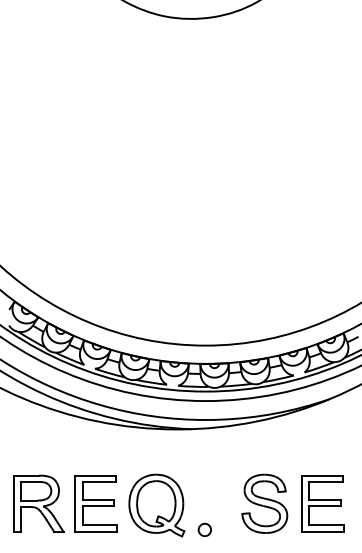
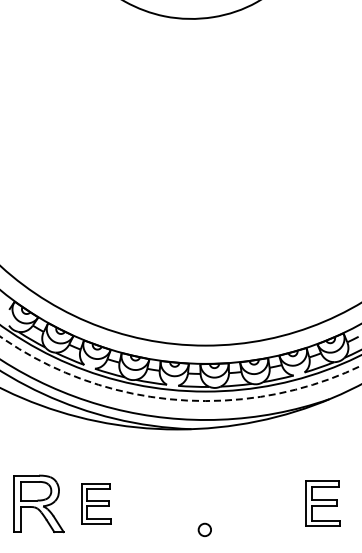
circle at (180, 368): solid -> dashed
part at (95, 503) size: 44x58 px -> 31x42 px
part at (264, 503): present -> none
part at (322, 503) size: 44x58 px -> 36x47 px
part at (156, 505): present -> none
